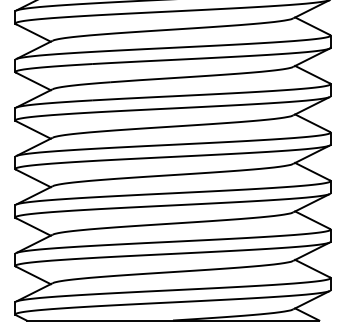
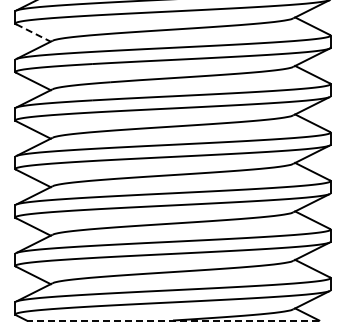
line at (33, 33): solid -> dashed
line at (172, 320): solid -> dashed
